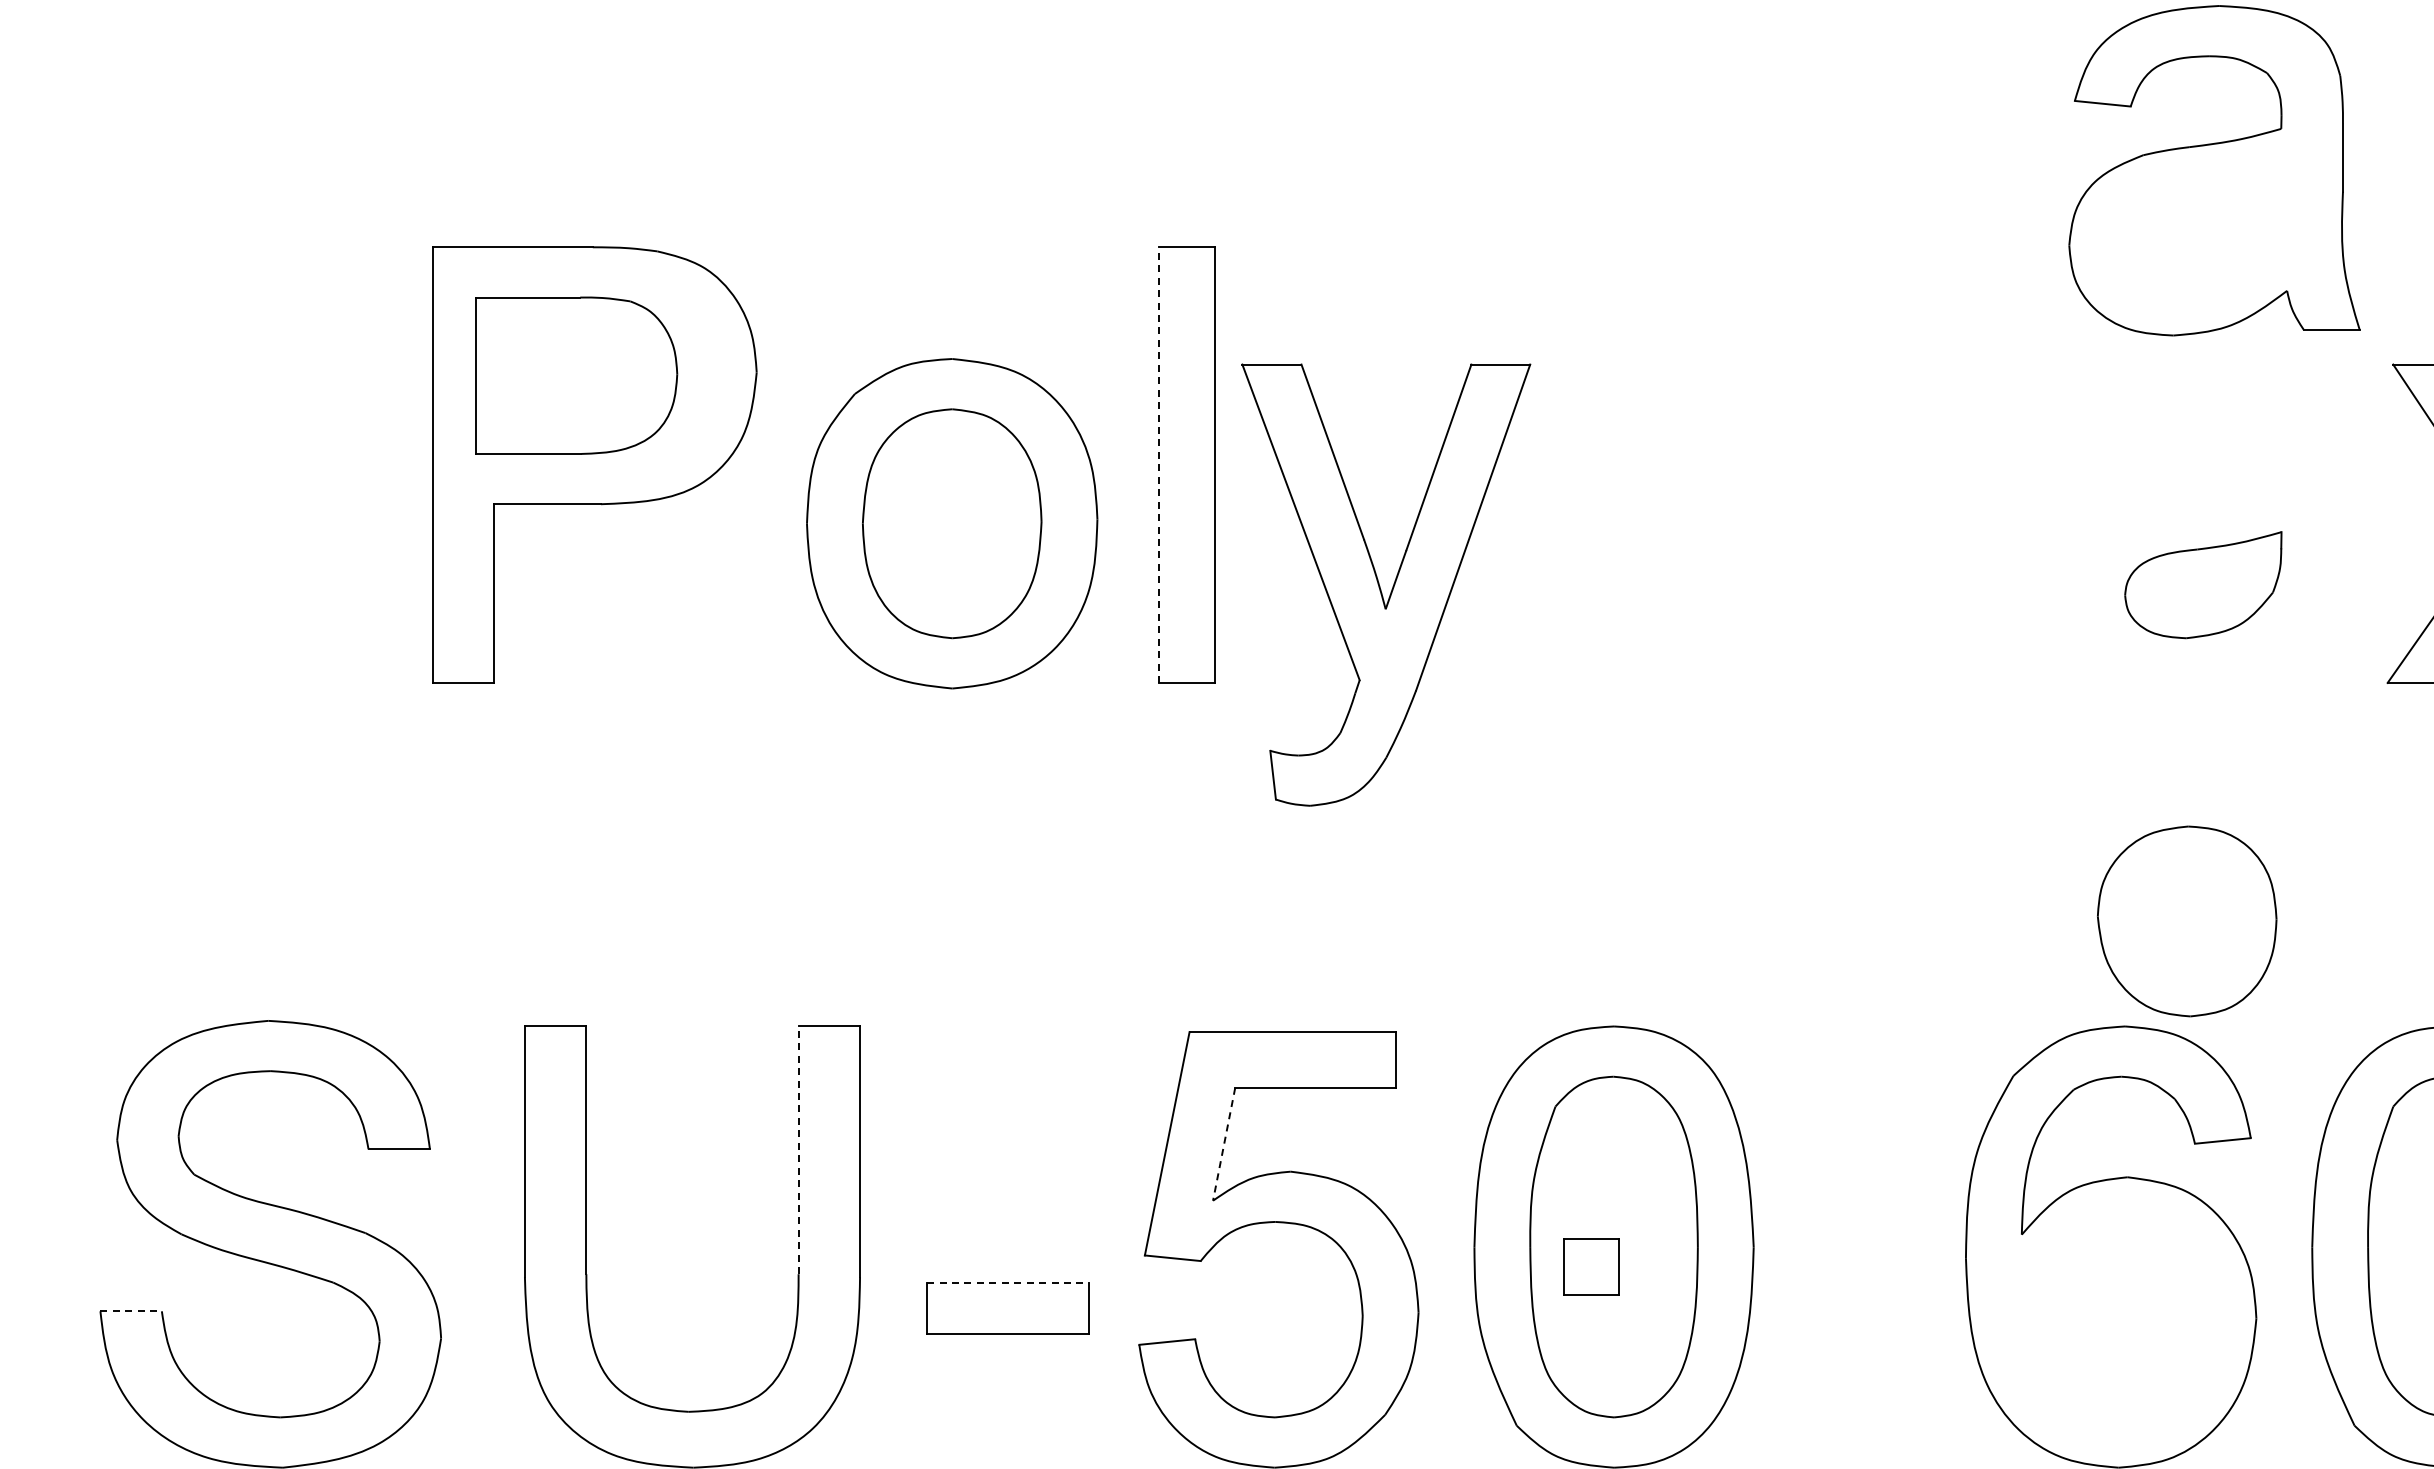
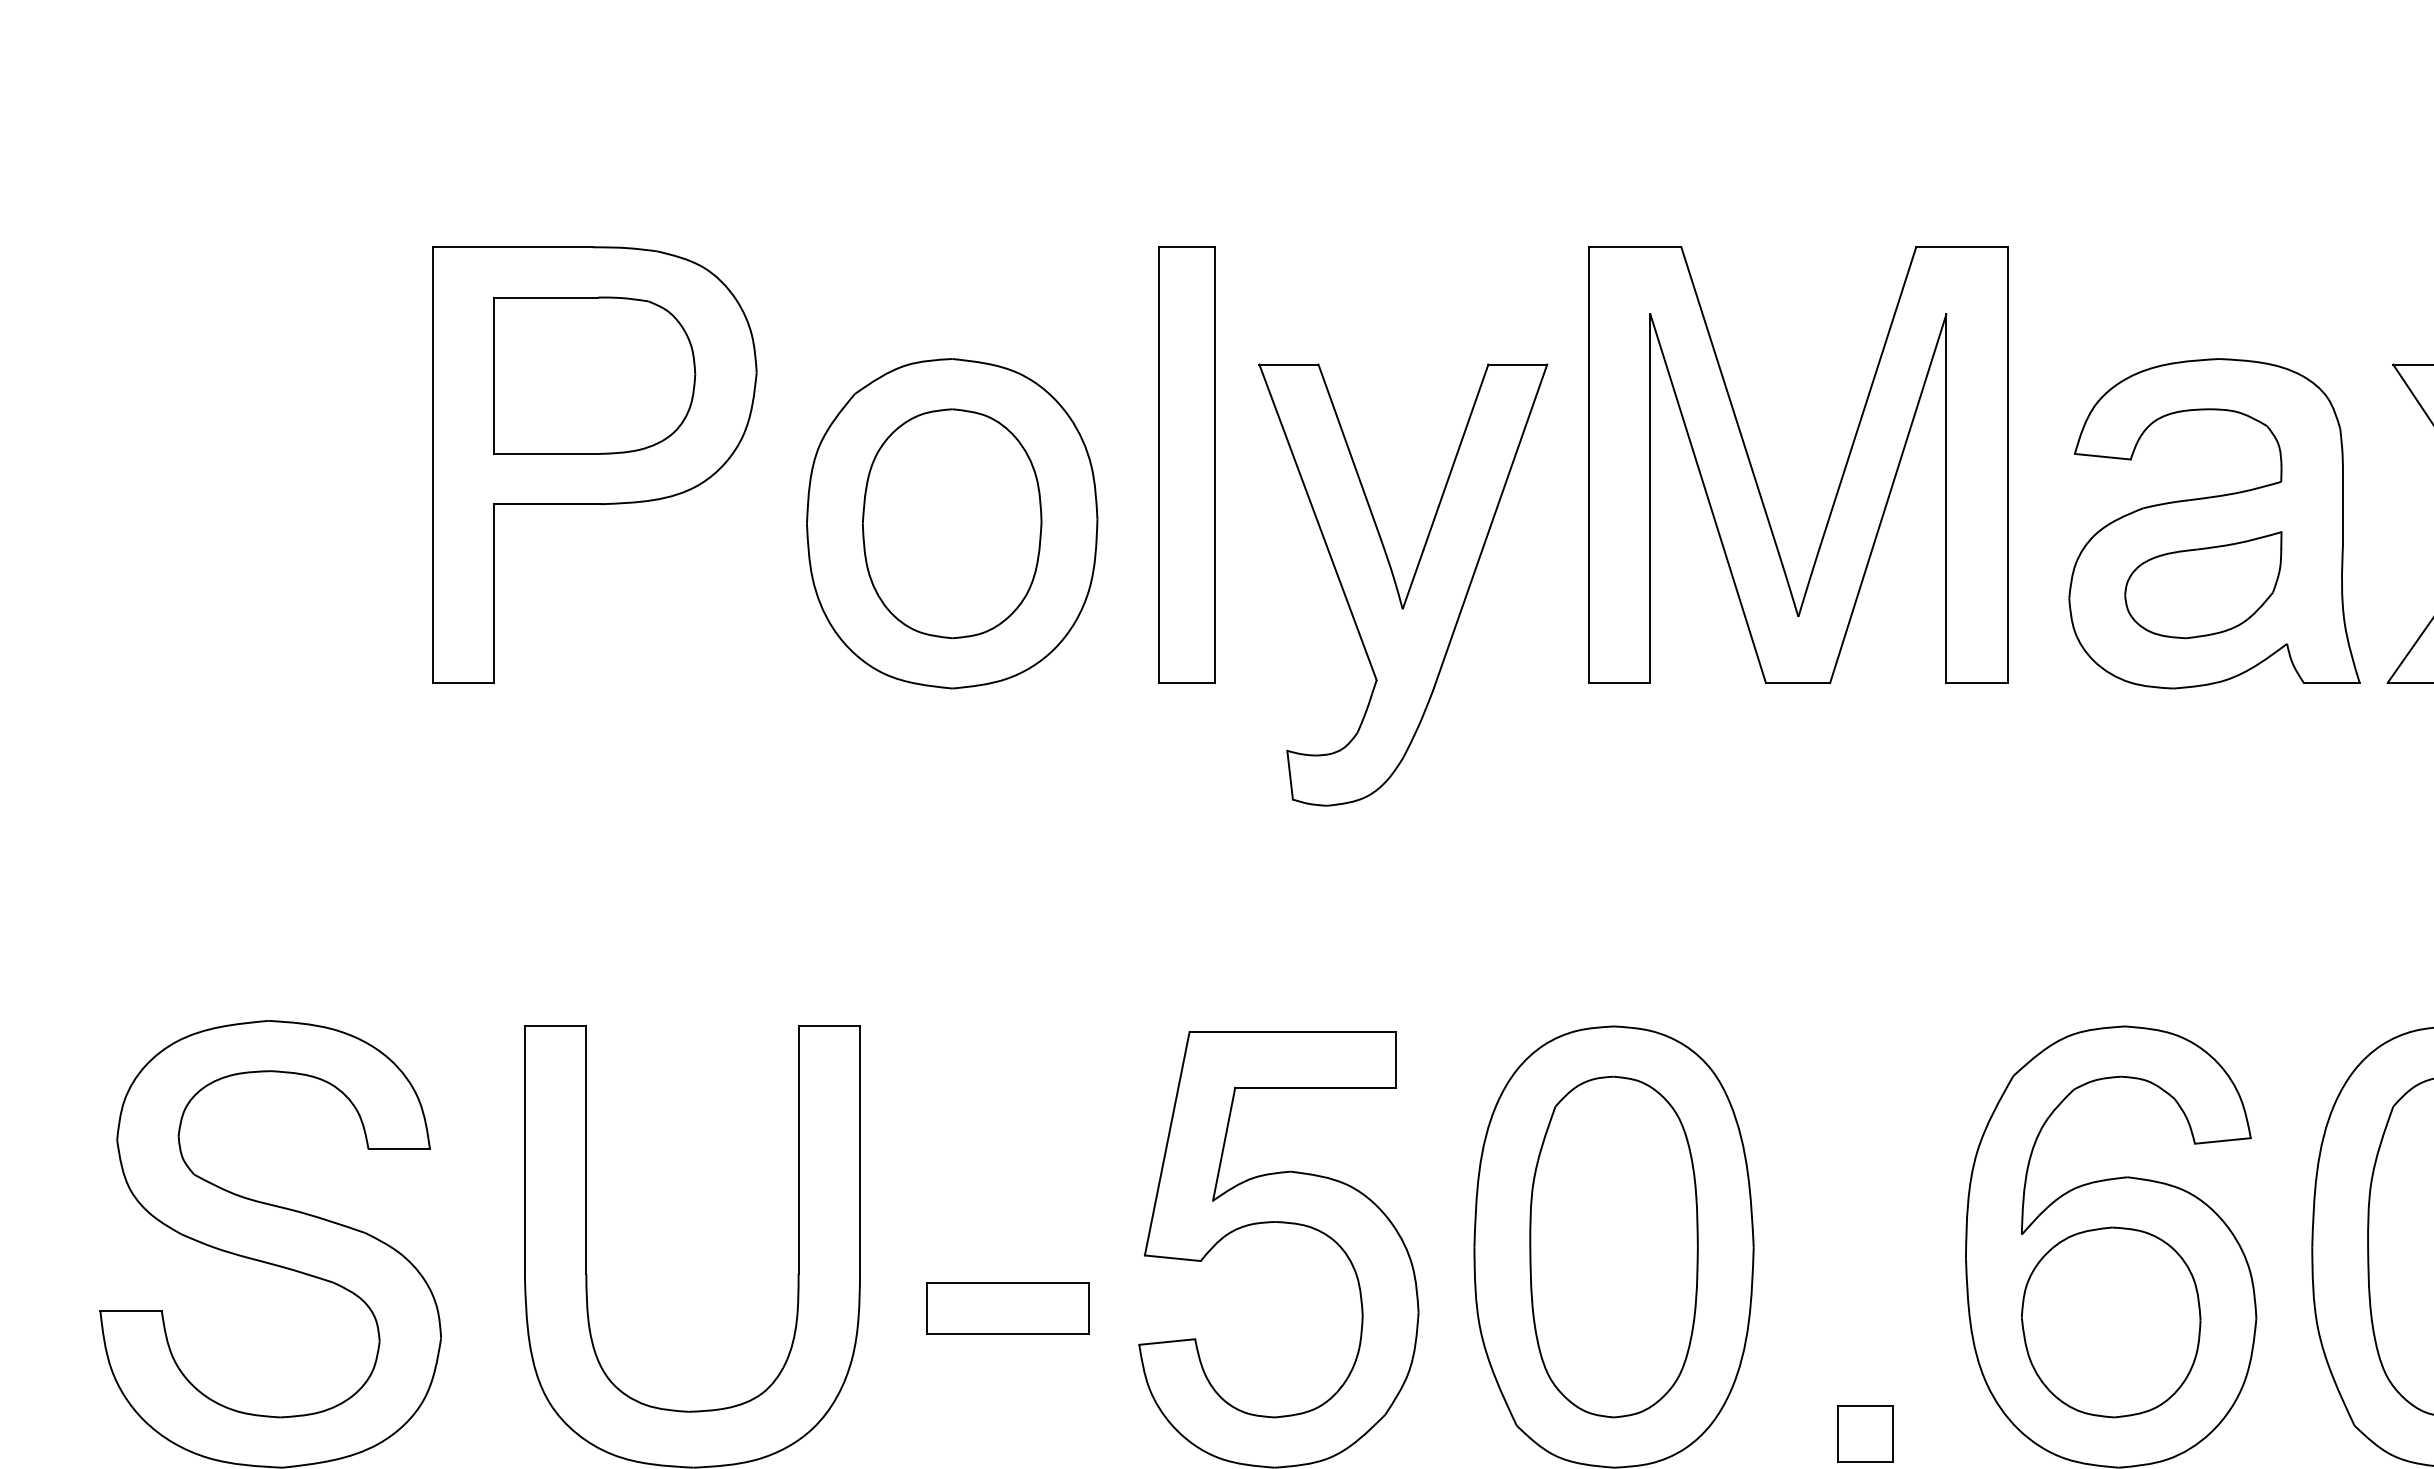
part at (2214, 170) position: (2214, 170) -> (2214, 523)
part at (576, 375) position: (576, 375) -> (594, 375)
line at (1158, 465): dashed -> solid
part at (1756, 479): none -> present
part at (1380, 586) position: (1380, 586) -> (1397, 586)
part at (2187, 921) position: (2187, 921) -> (2111, 1322)
line at (1224, 1144): dashed -> solid
line at (798, 1150): dashed -> solid
part at (1591, 1266) position: (1591, 1266) -> (1865, 1433)
line at (1008, 1283): dashed -> solid
line at (131, 1311): dashed -> solid
